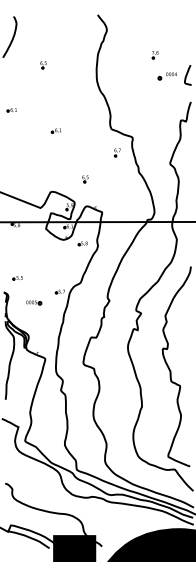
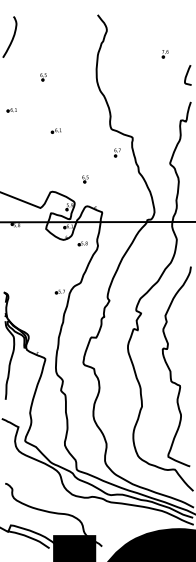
part at (154, 55) position: (154, 55) -> (164, 54)
part at (43, 65) position: (43, 65) -> (43, 77)
part at (166, 76): present -> none
part at (17, 278): present -> none
part at (34, 302): present -> none
